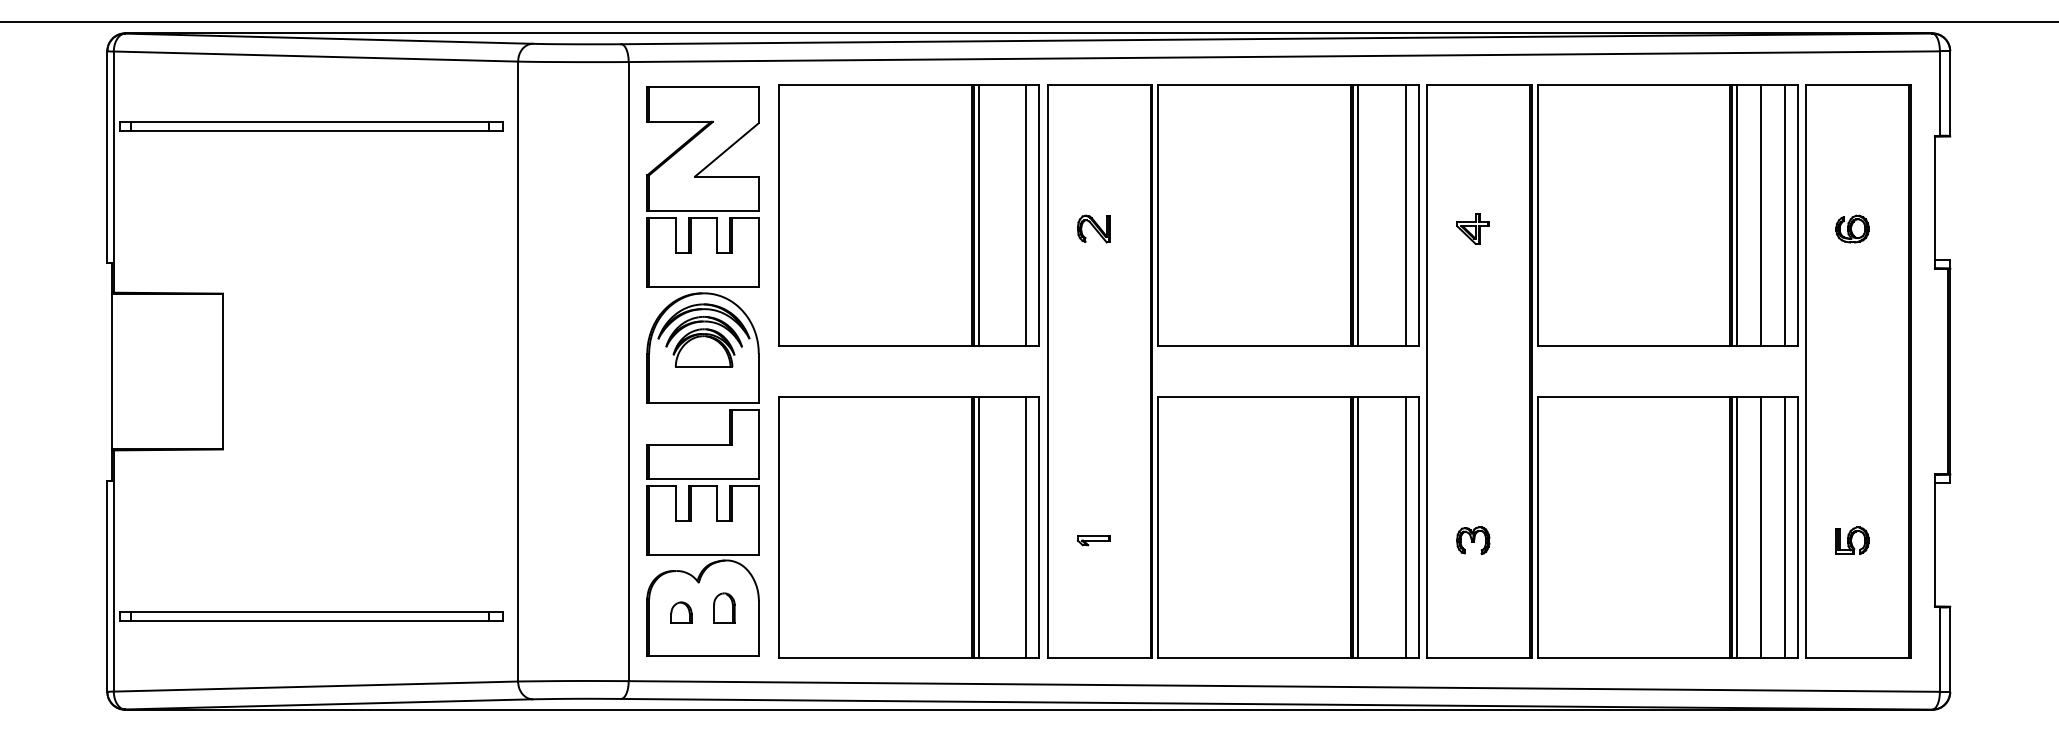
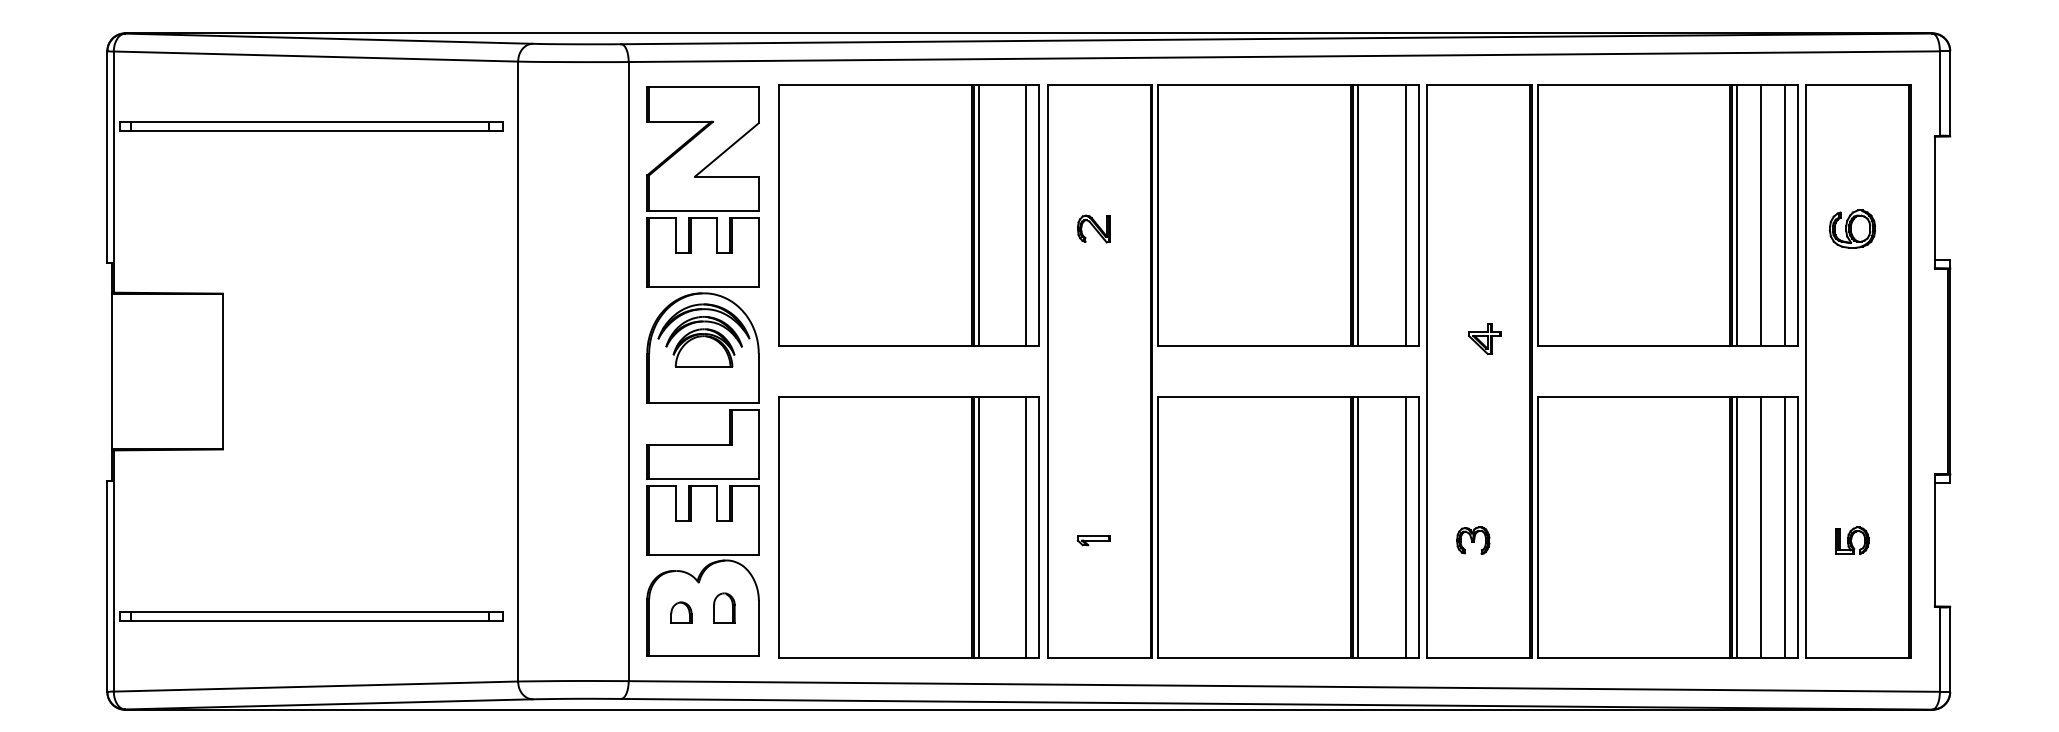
line at (1028, 22): present -> none
part at (1472, 228) position: (1472, 228) -> (1484, 338)
part at (1852, 228) size: 35x30 px -> 48x40 px
